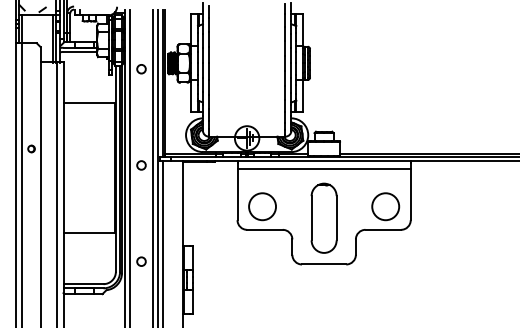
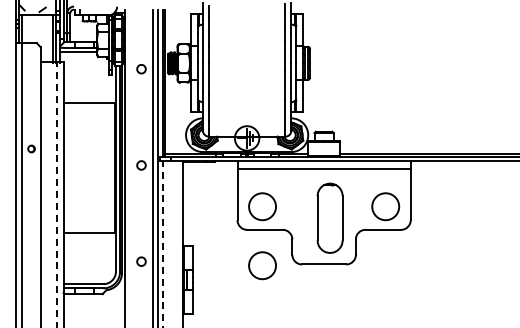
line at (129, 166): present -> none
line at (56, 194): solid -> dashed
part at (323, 217) position: (323, 217) -> (329, 217)
line at (163, 243): solid -> dashed
circle at (262, 265): none -> present
